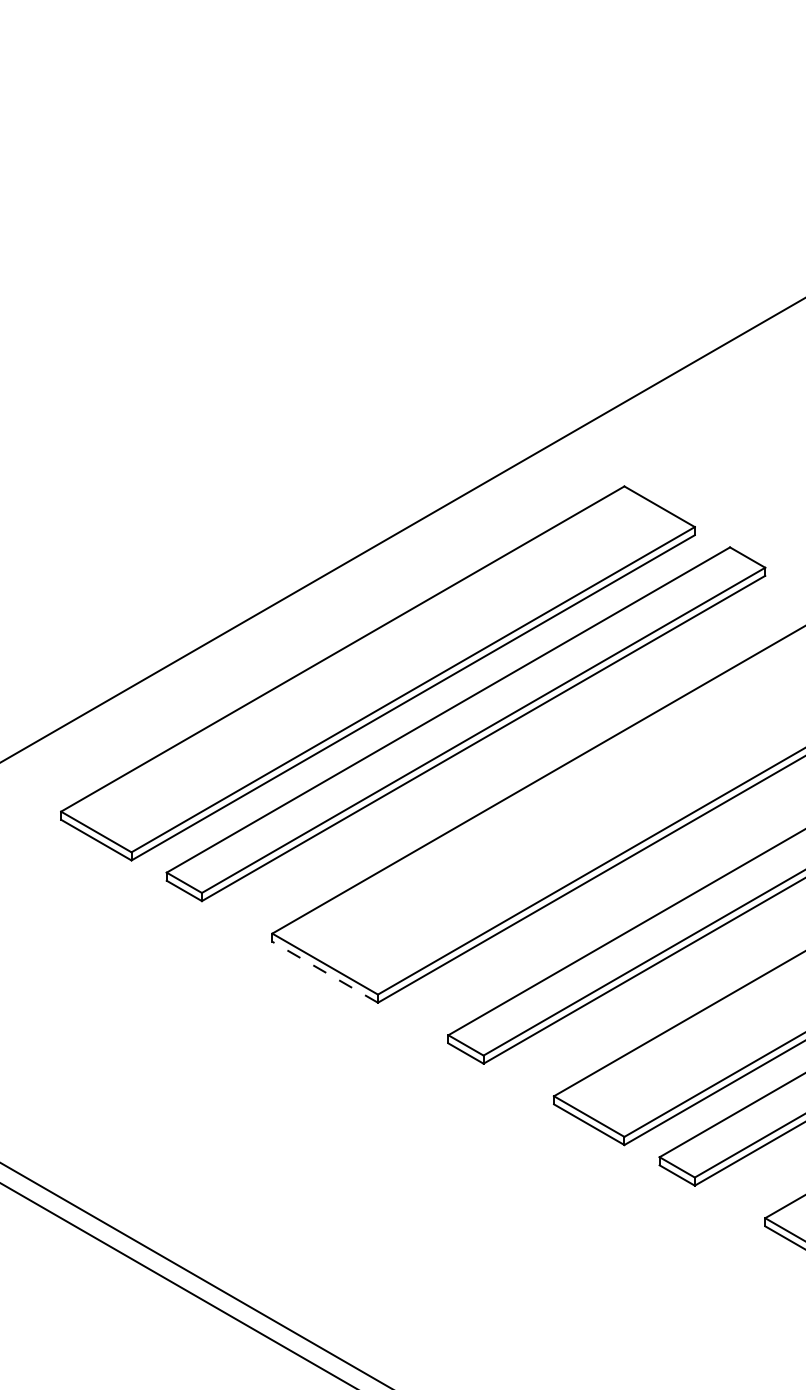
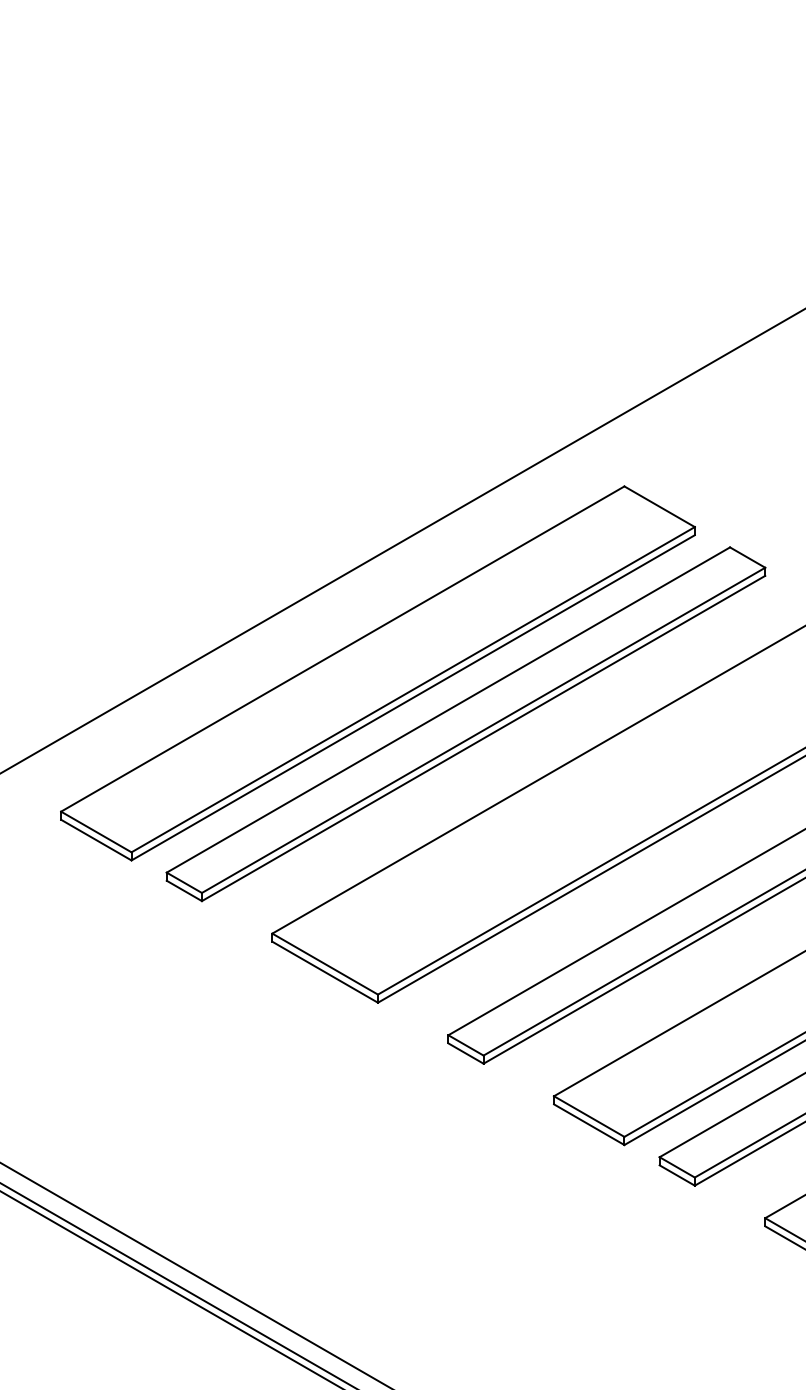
line at (402, 530) position: (402, 530) -> (402, 541)
line at (325, 972): dashed -> solid
line at (170, 1289): none -> present
